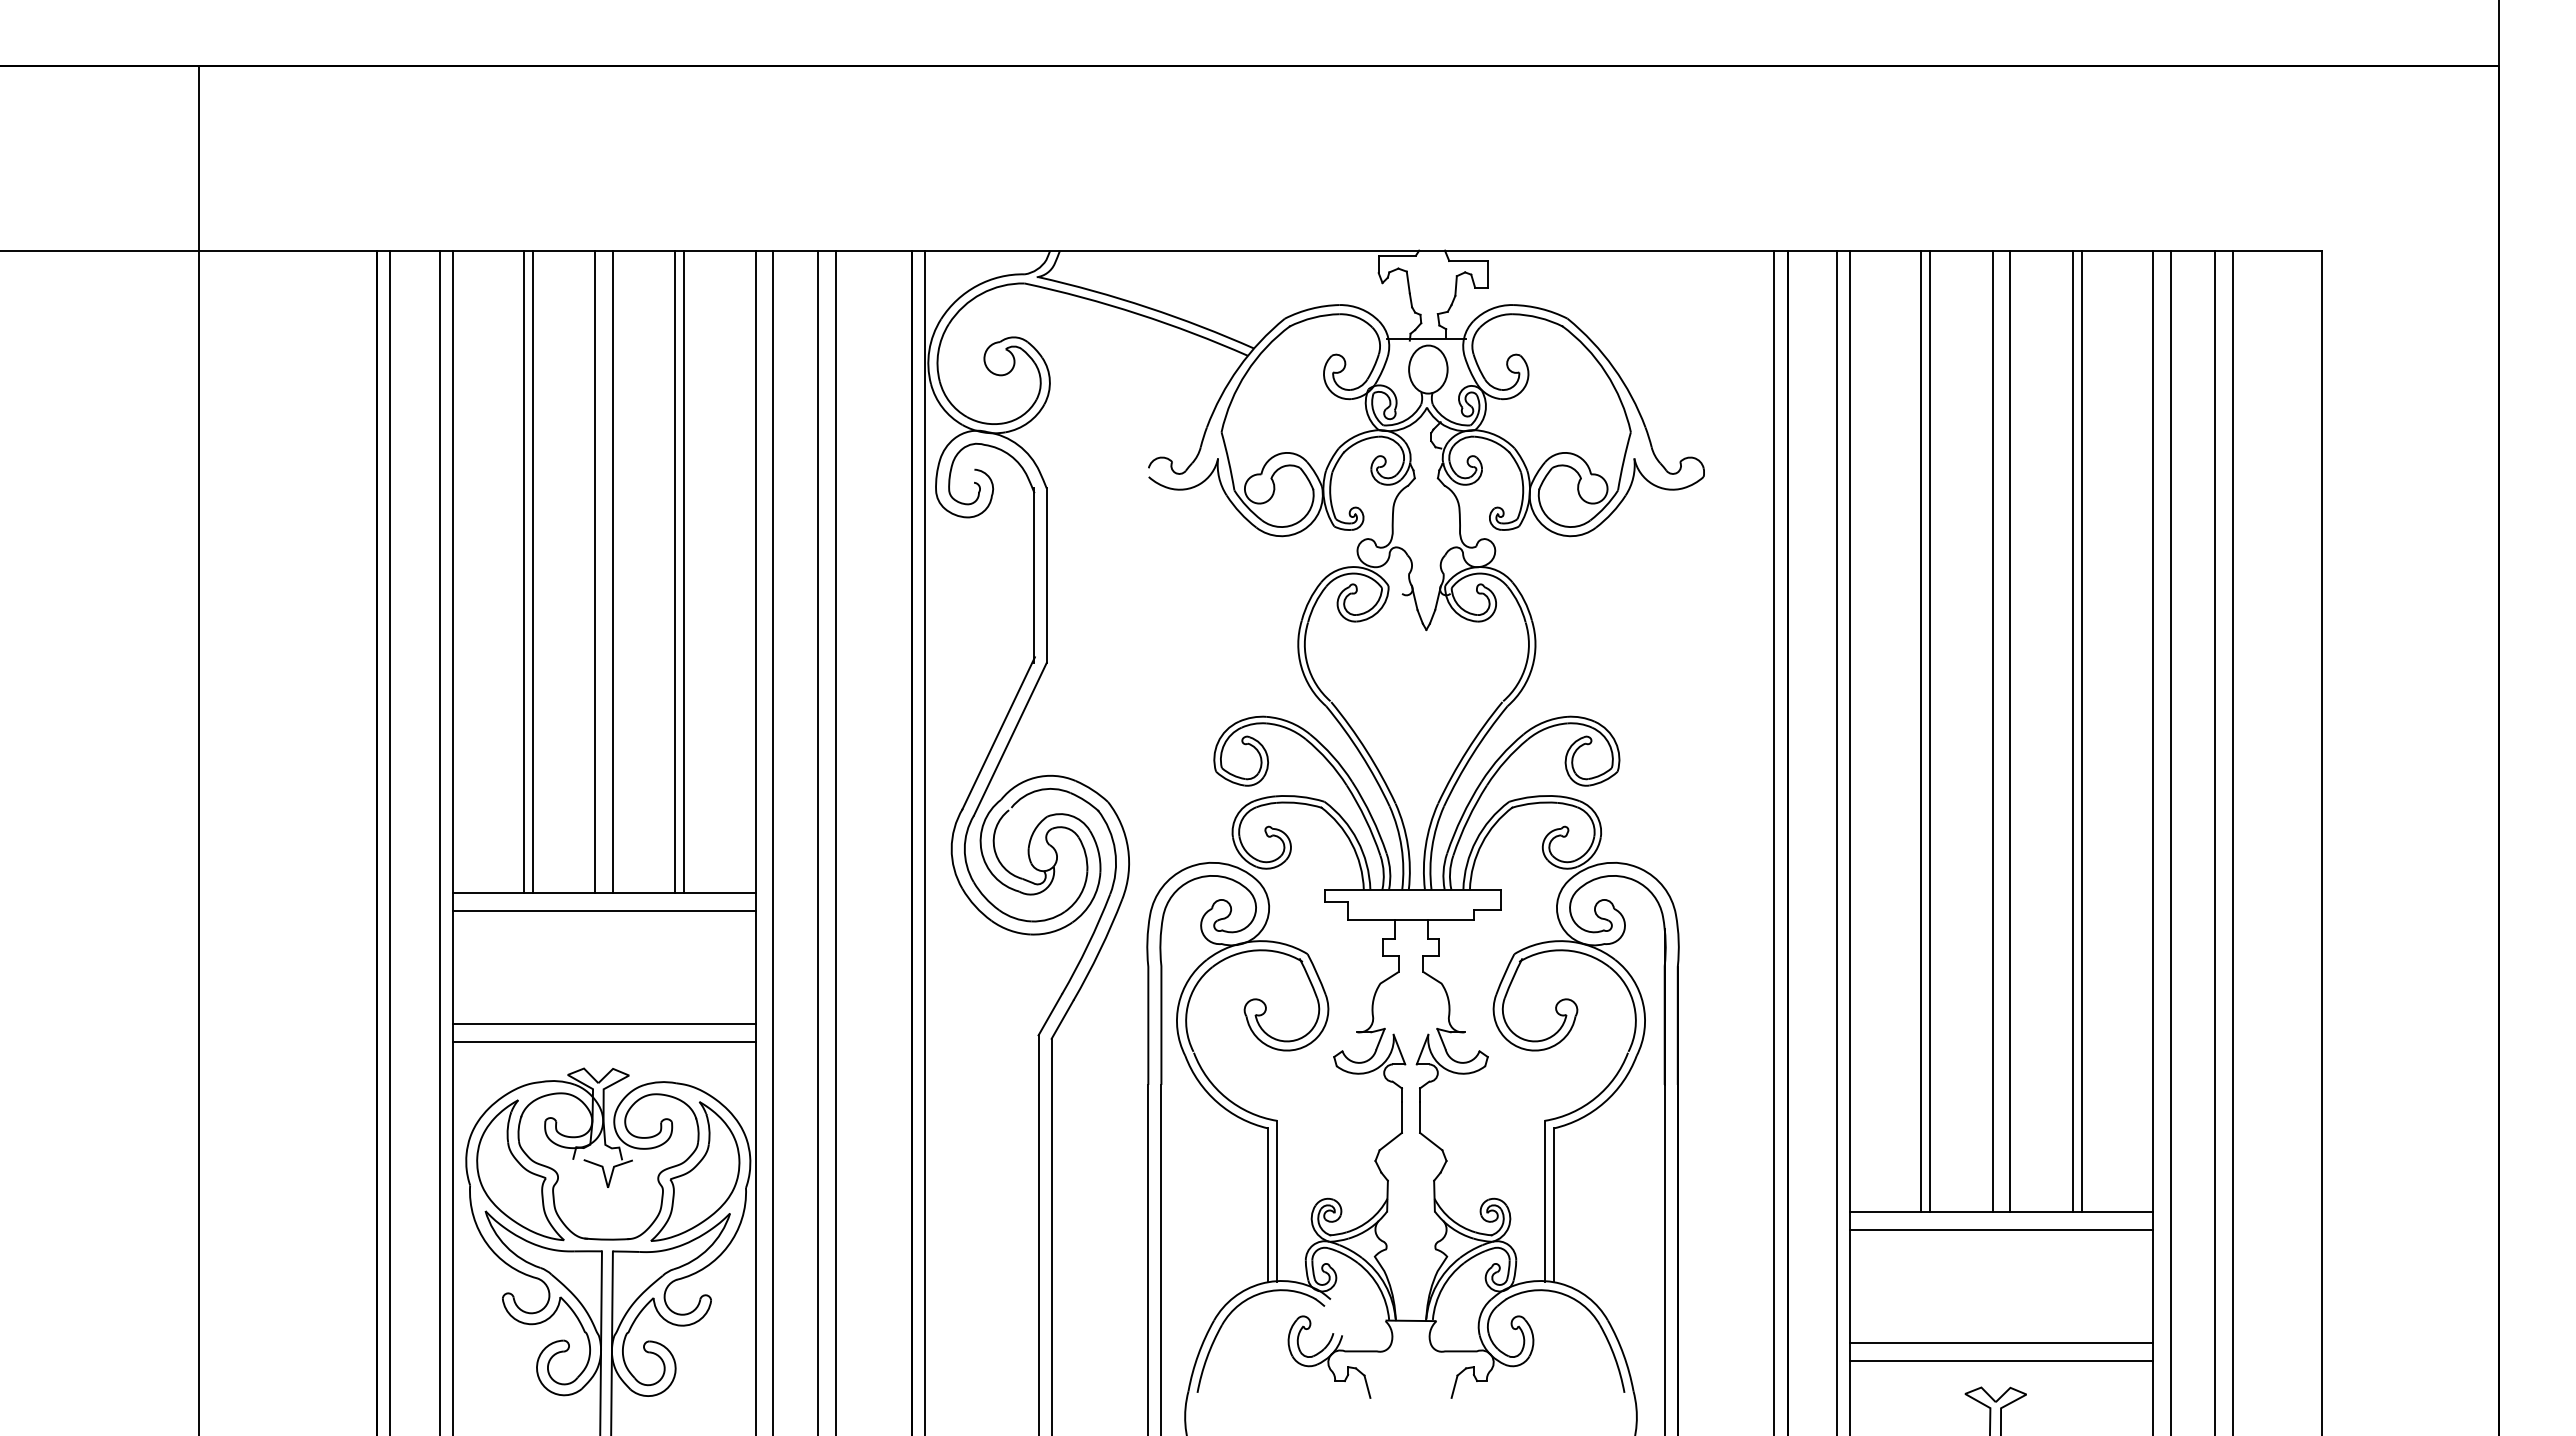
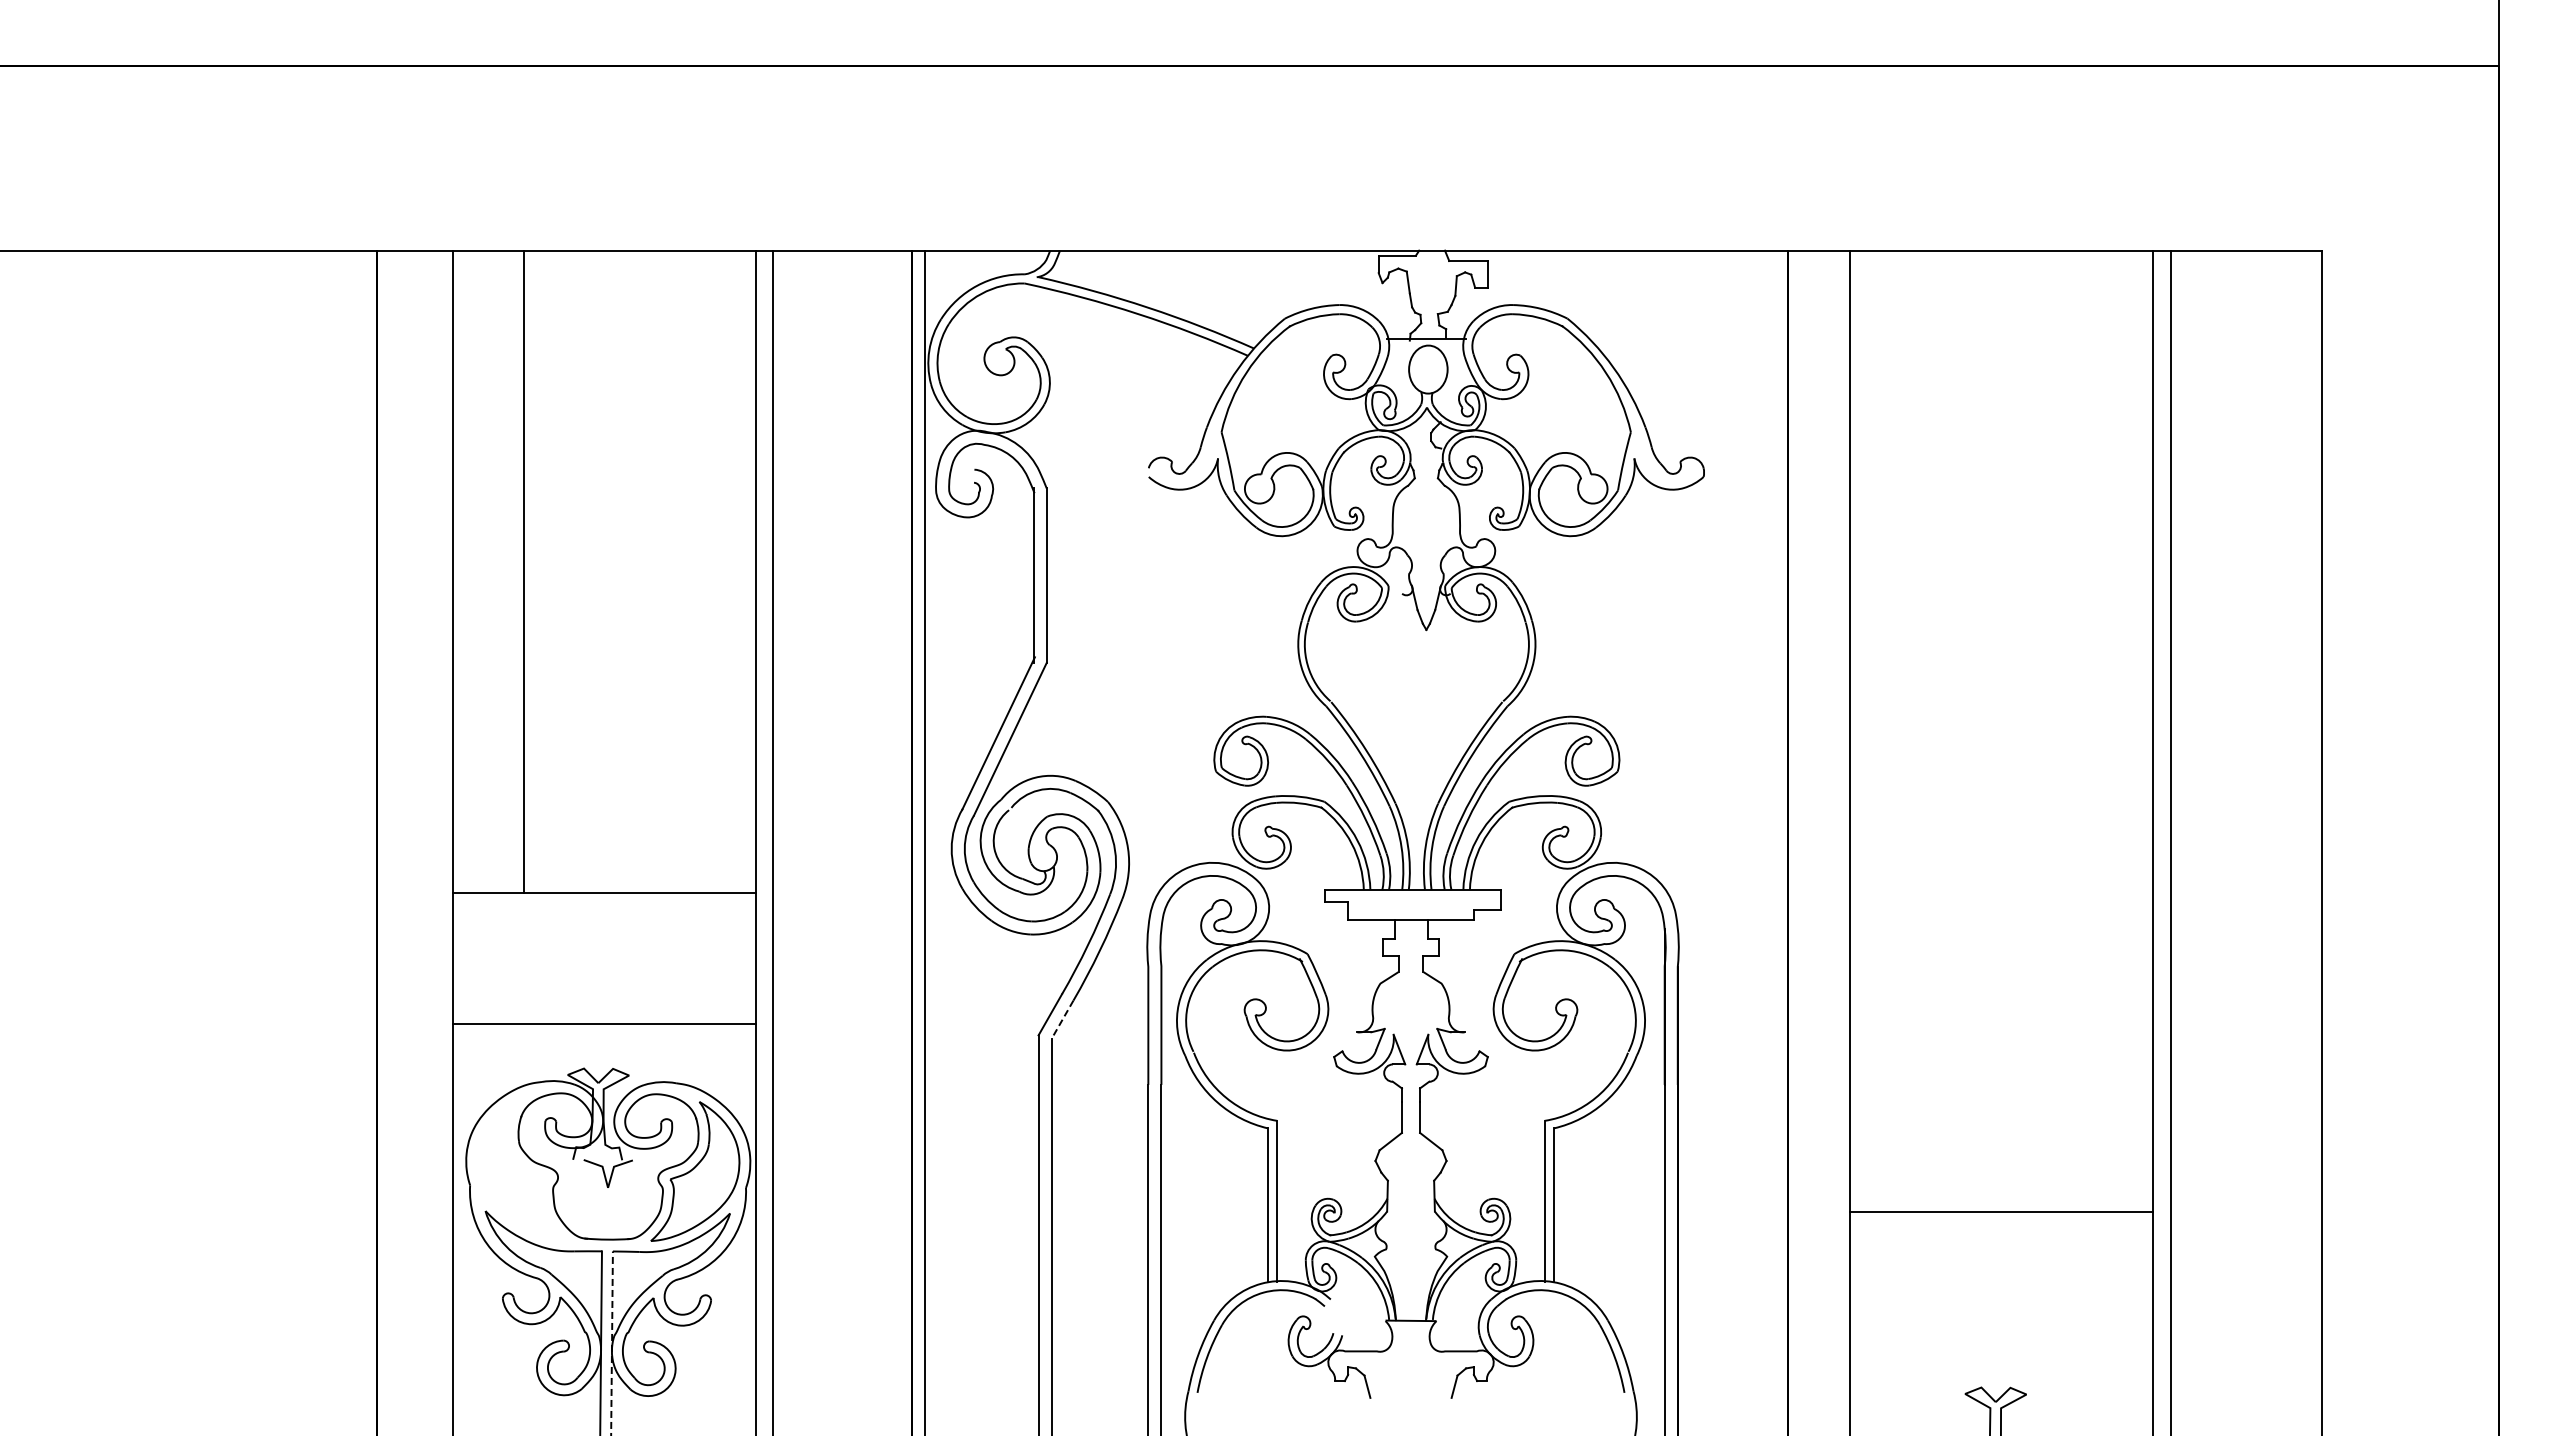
line at (532, 571): present -> none
line at (595, 571): present -> none
line at (613, 571): present -> none
line at (675, 571): present -> none
line at (684, 571): present -> none
line at (1921, 731): present -> none
line at (1930, 731): present -> none
line at (1992, 731): present -> none
line at (2010, 731): present -> none
line at (2072, 731): present -> none
line at (2081, 731): present -> none
line at (198, 748): present -> none
line at (390, 841): present -> none
line at (439, 841): present -> none
line at (818, 841): present -> none
line at (835, 841): present -> none
line at (1774, 841): present -> none
line at (1836, 841): present -> none
line at (2215, 841): present -> none
line at (2233, 841): present -> none
line at (603, 911): present -> none
line at (1062, 1019): solid -> dashed
line at (603, 1042): present -> none
part at (520, 1170): present -> none
line at (2001, 1230): present -> none
line at (612, 1343): solid -> dashed
line at (2001, 1343): present -> none
line at (2001, 1361): present -> none
